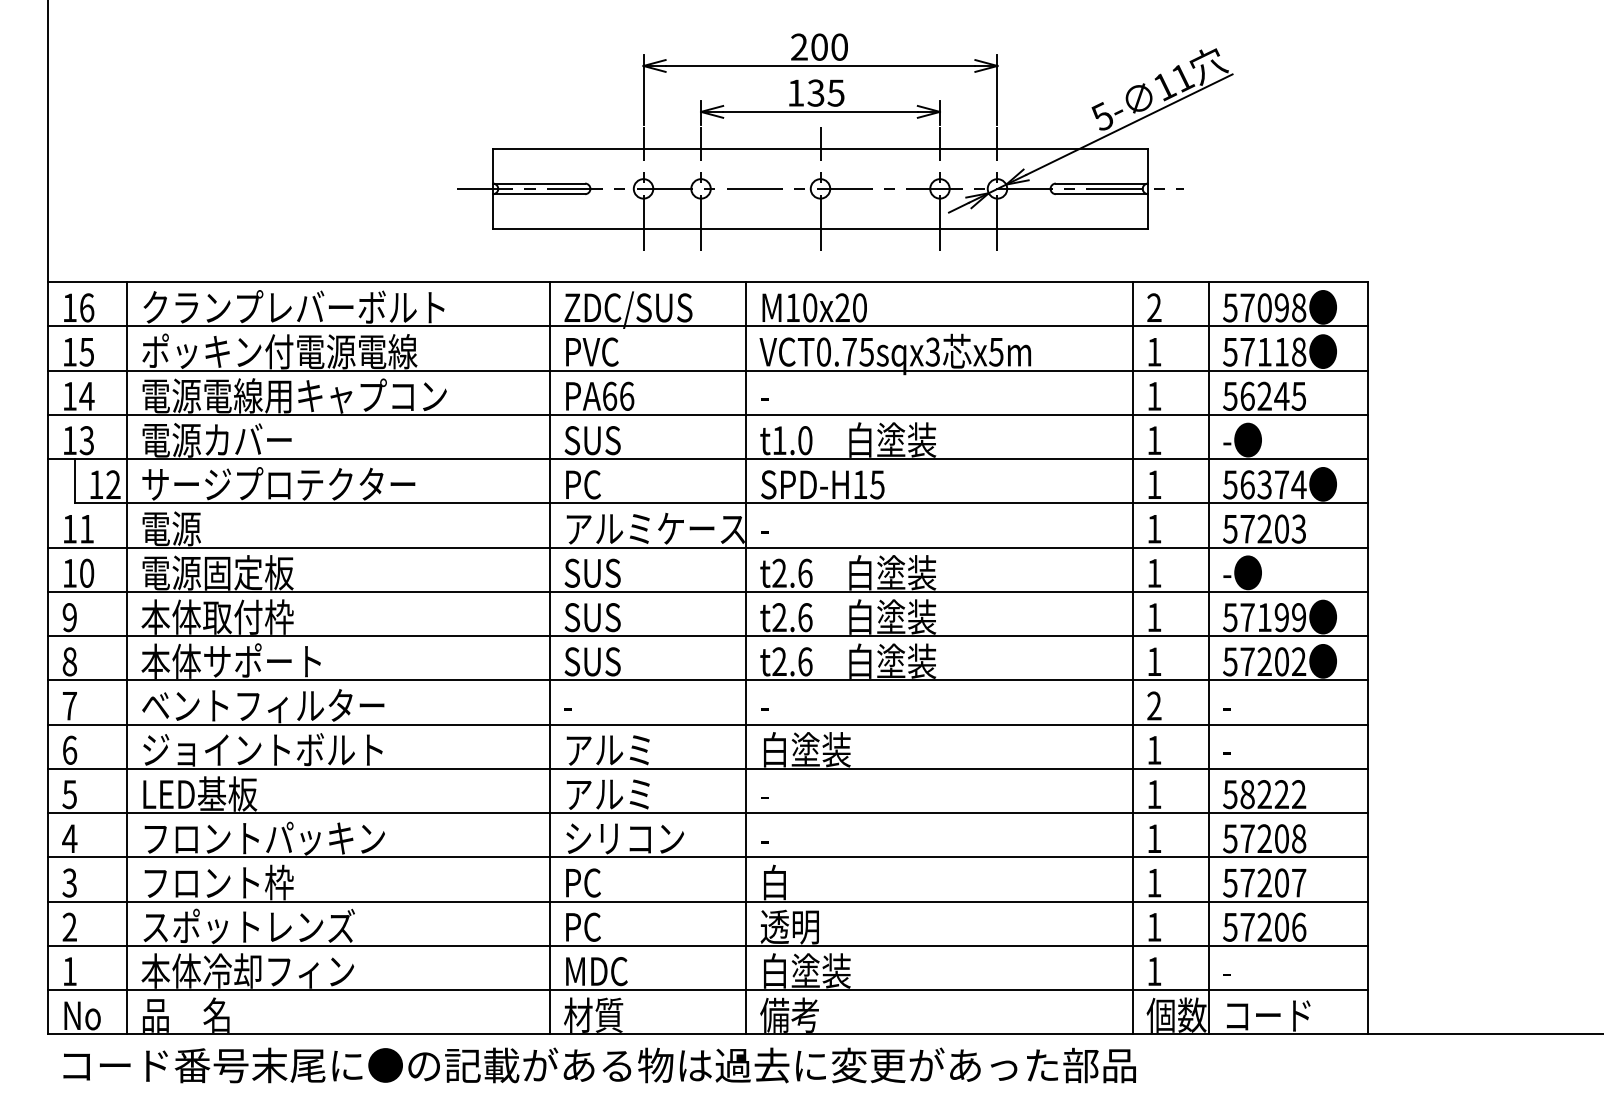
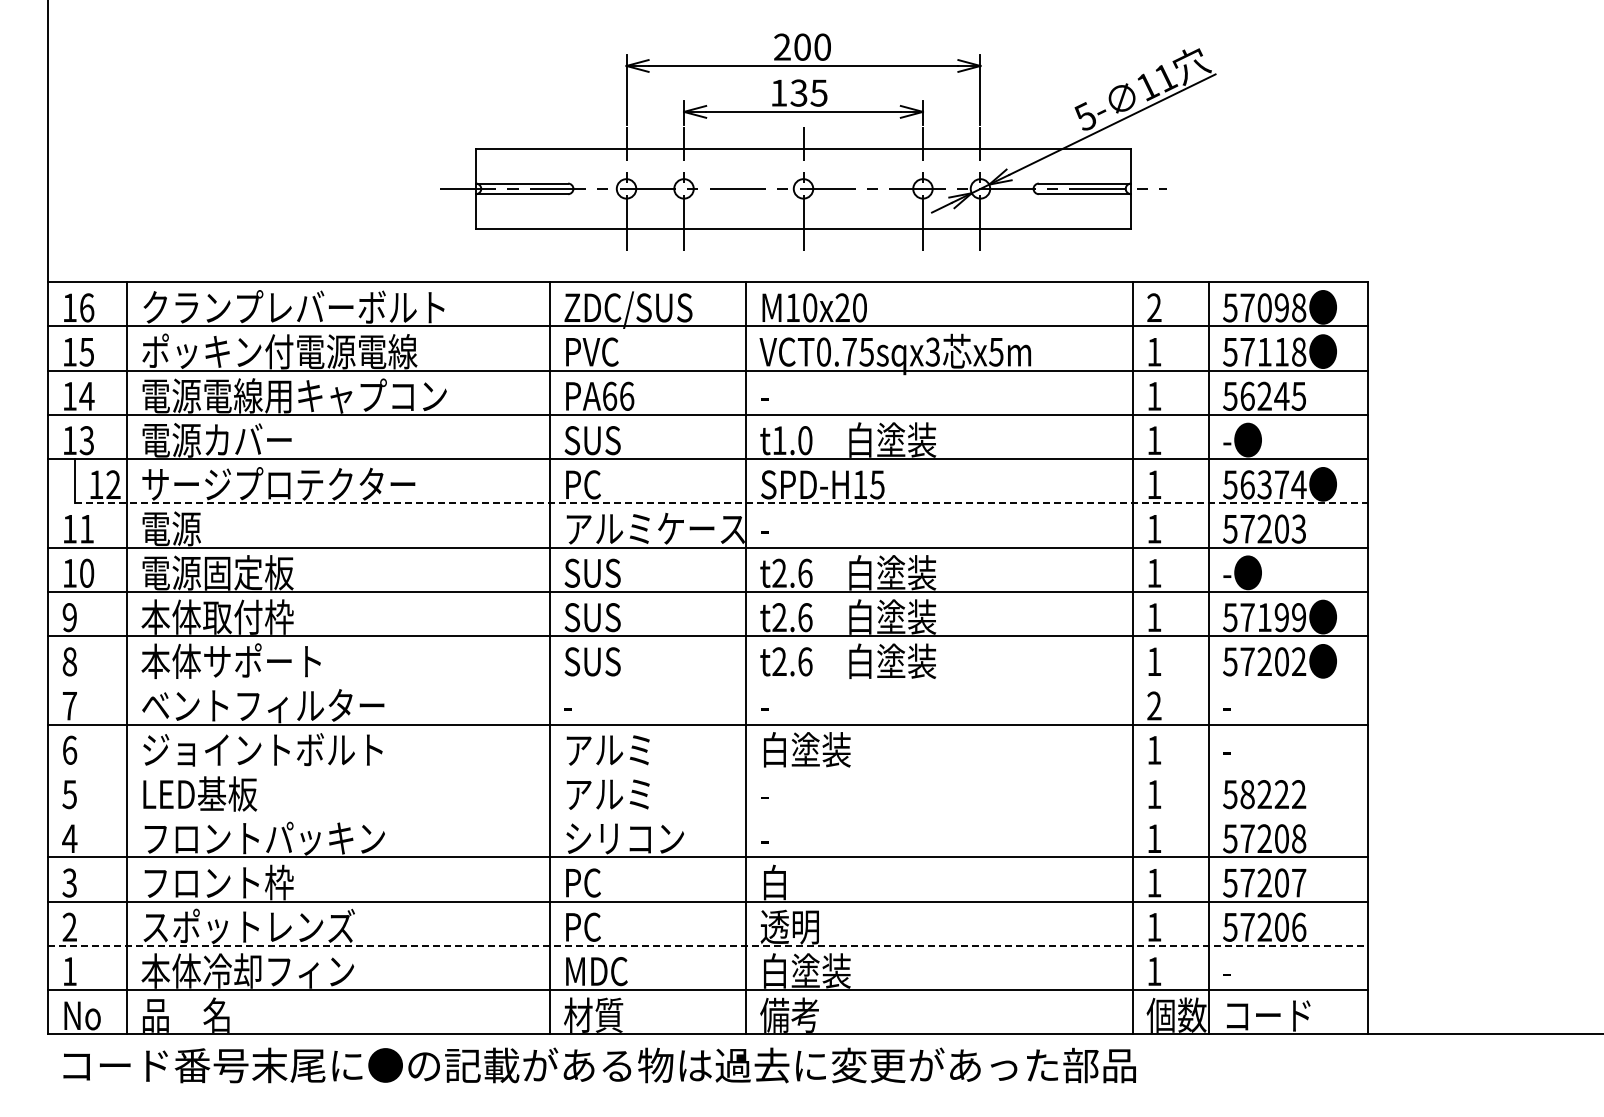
part at (845, 148) position: (845, 148) -> (828, 148)
line at (721, 503): solid -> dashed
line at (707, 680): present -> none
line at (707, 768): present -> none
line at (707, 813): present -> none
line at (708, 945): solid -> dashed
